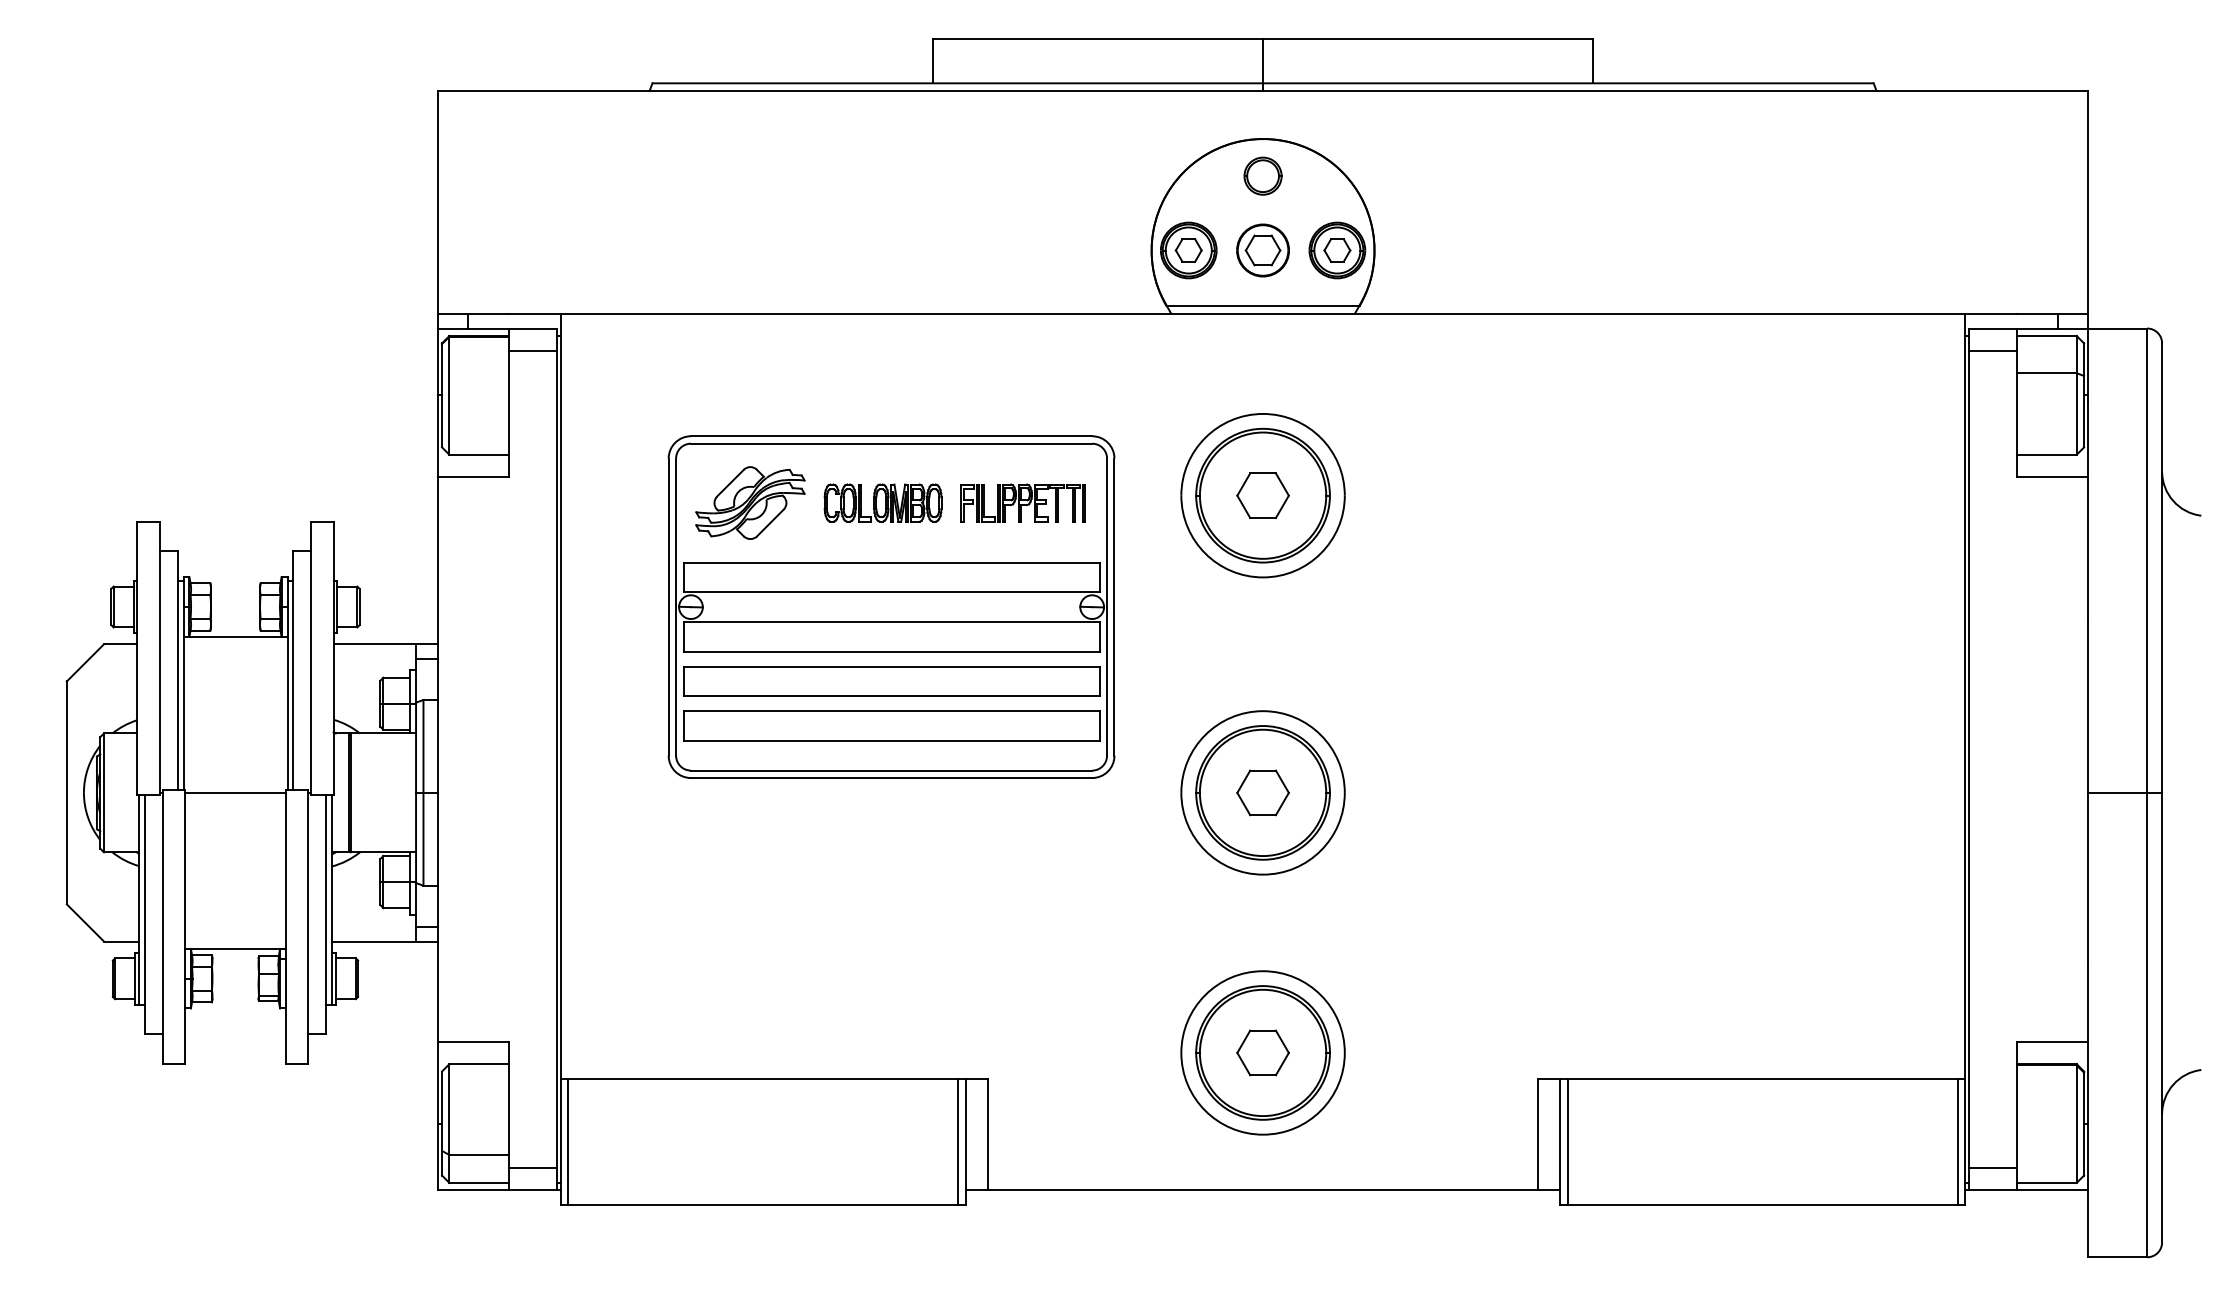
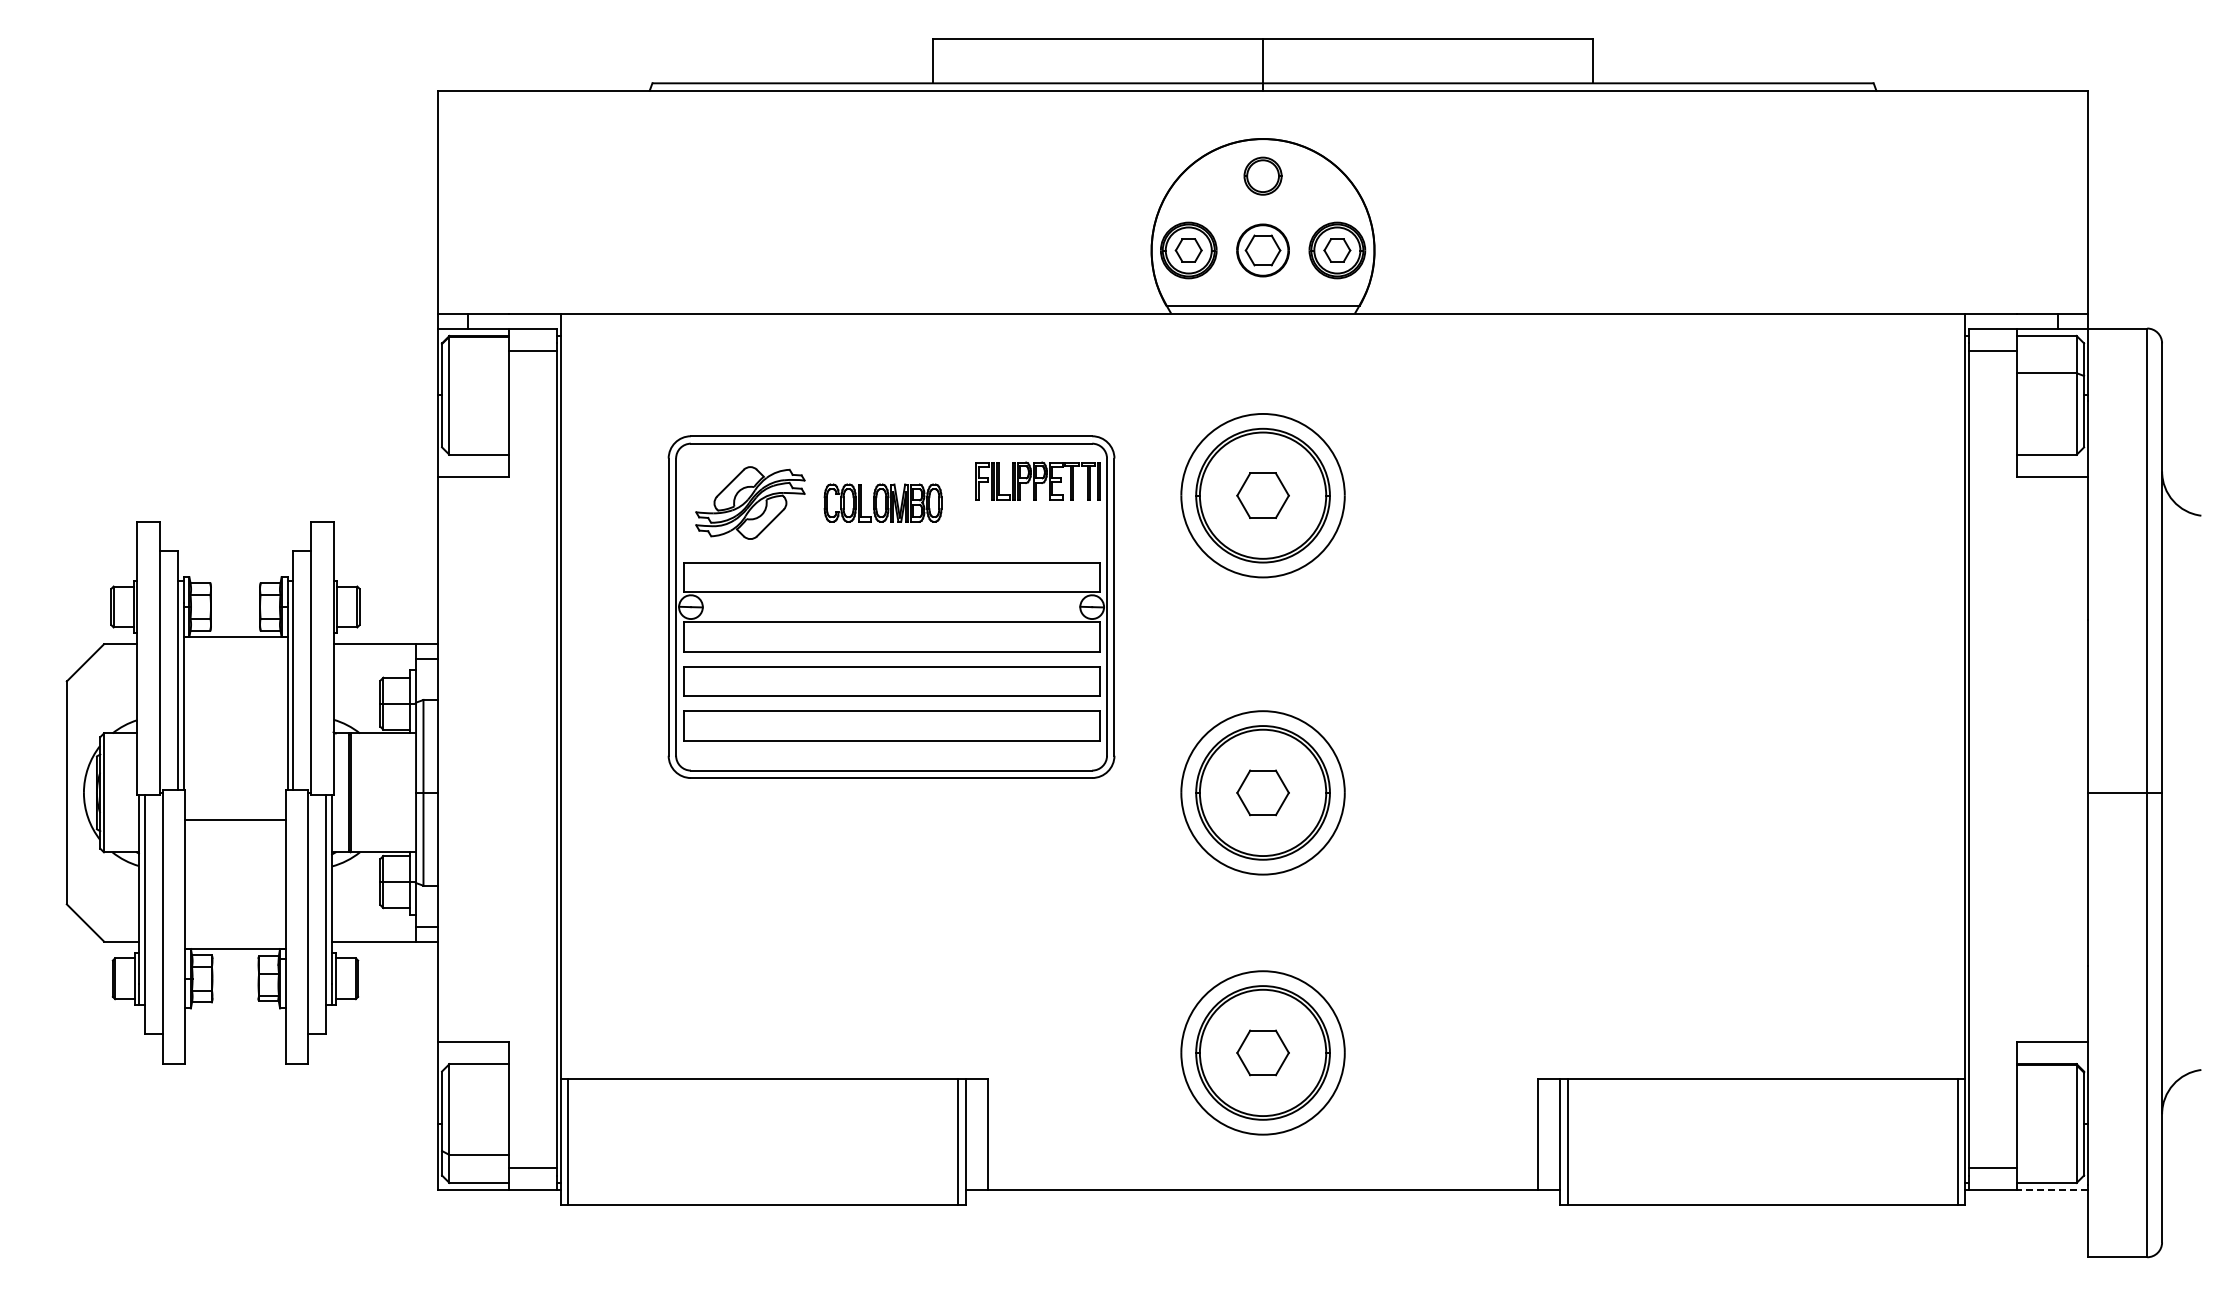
part at (1022, 502) position: (1022, 502) -> (1037, 480)
line at (235, 792) position: (235, 792) -> (235, 819)
line at (2052, 1190): solid -> dashed
